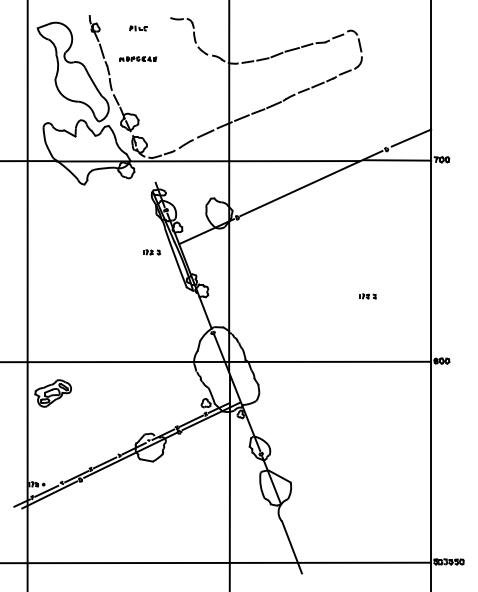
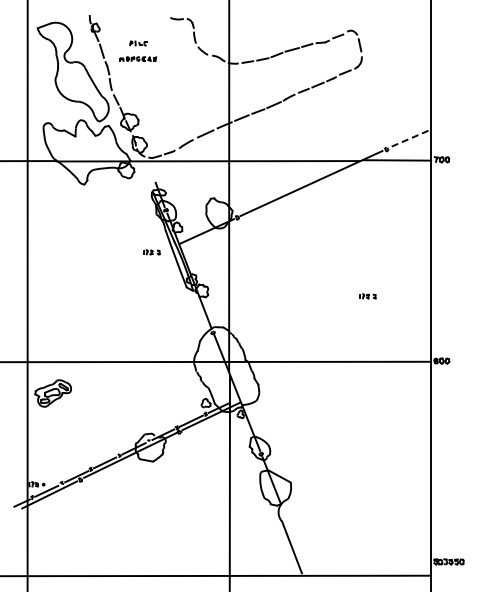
part at (138, 28) position: (138, 28) -> (138, 43)
line at (411, 137): solid -> dashed
line at (216, 562) position: (216, 562) -> (216, 575)
